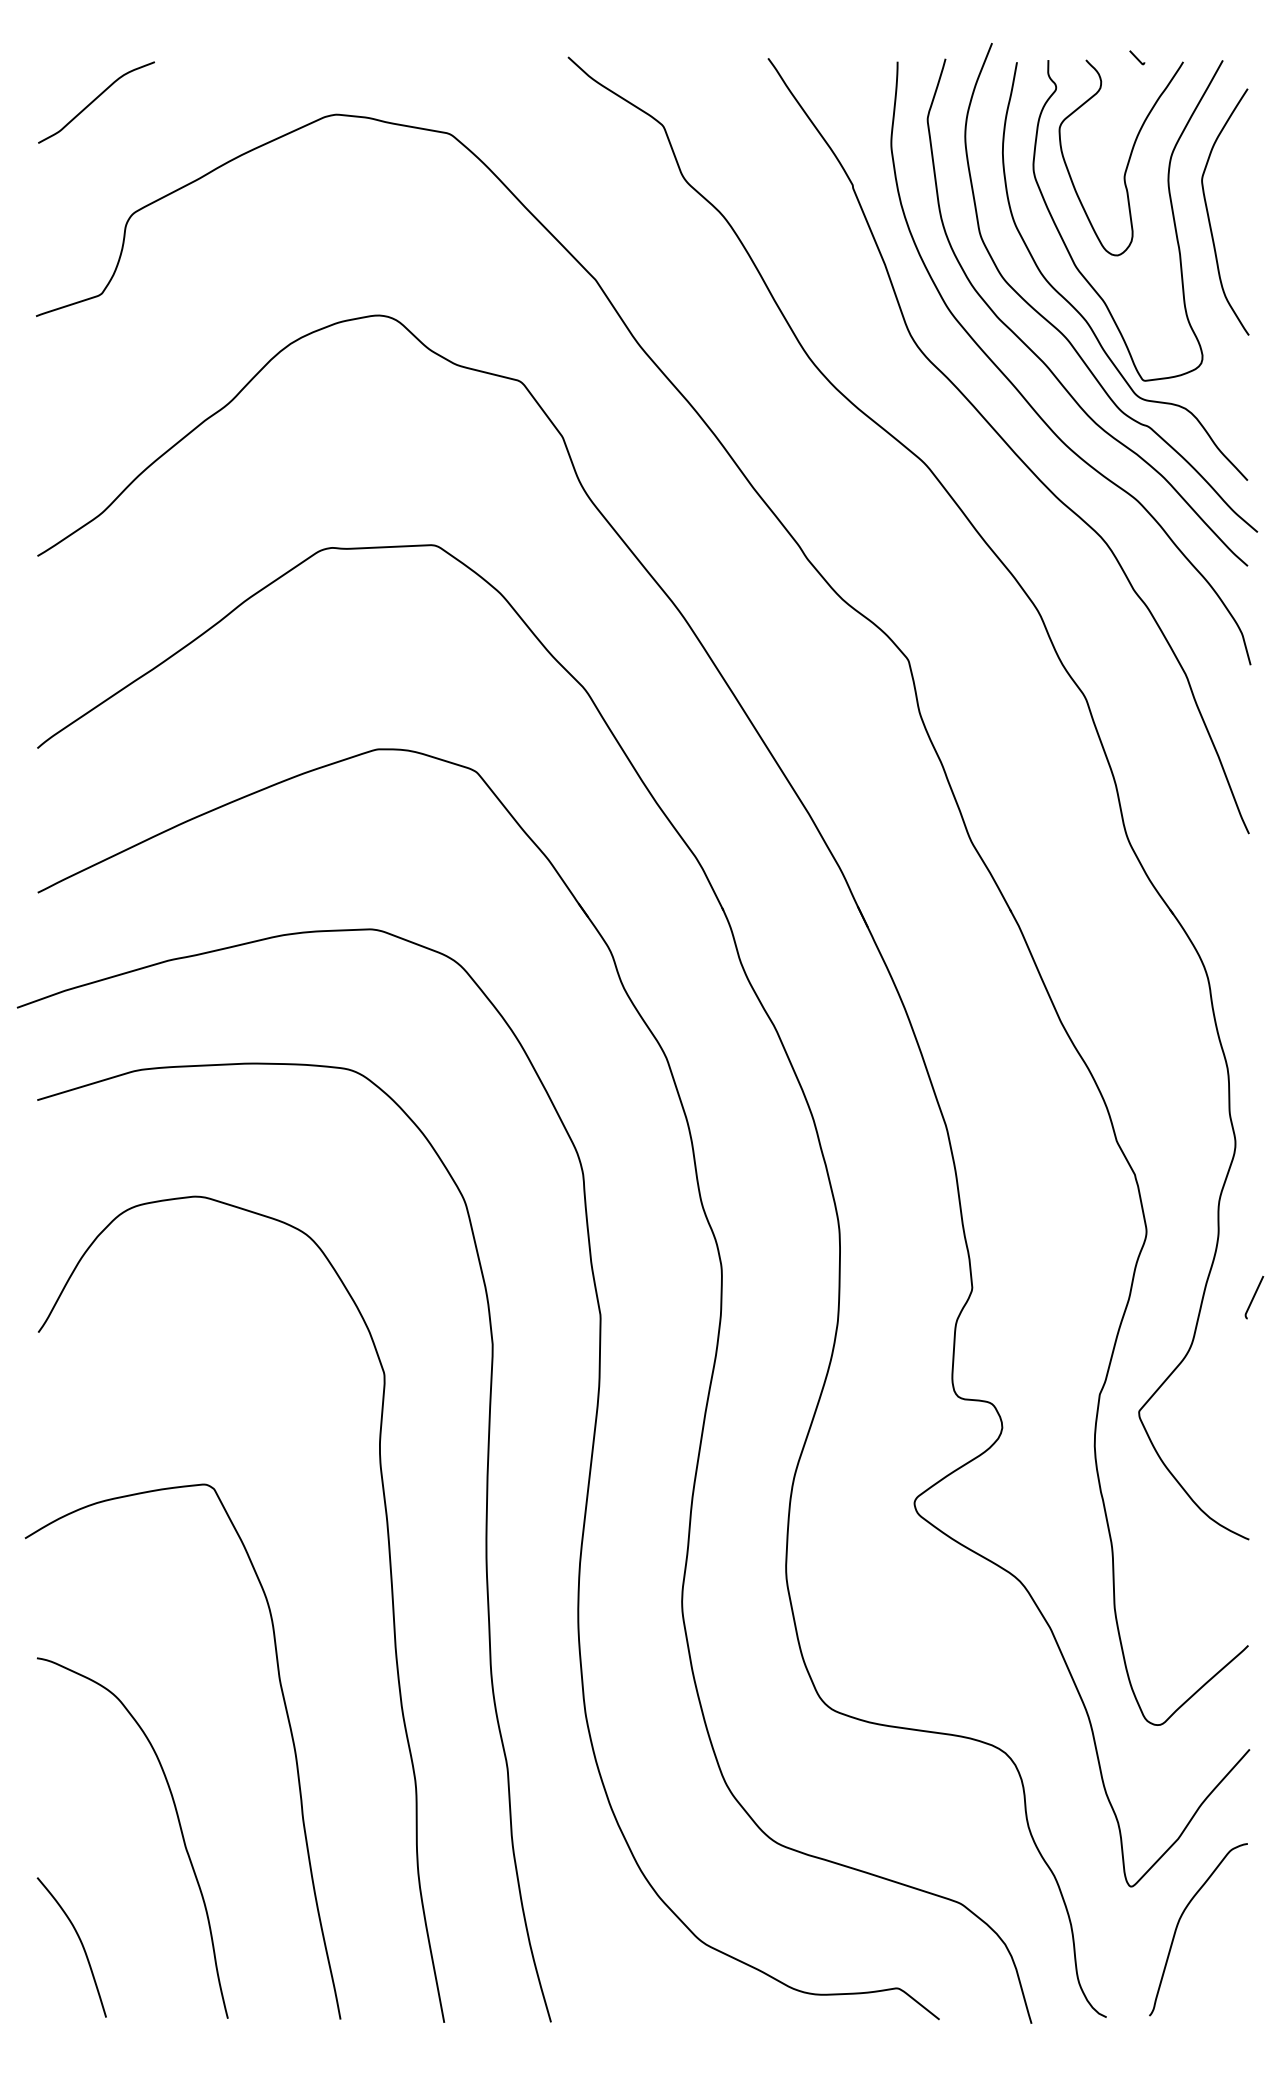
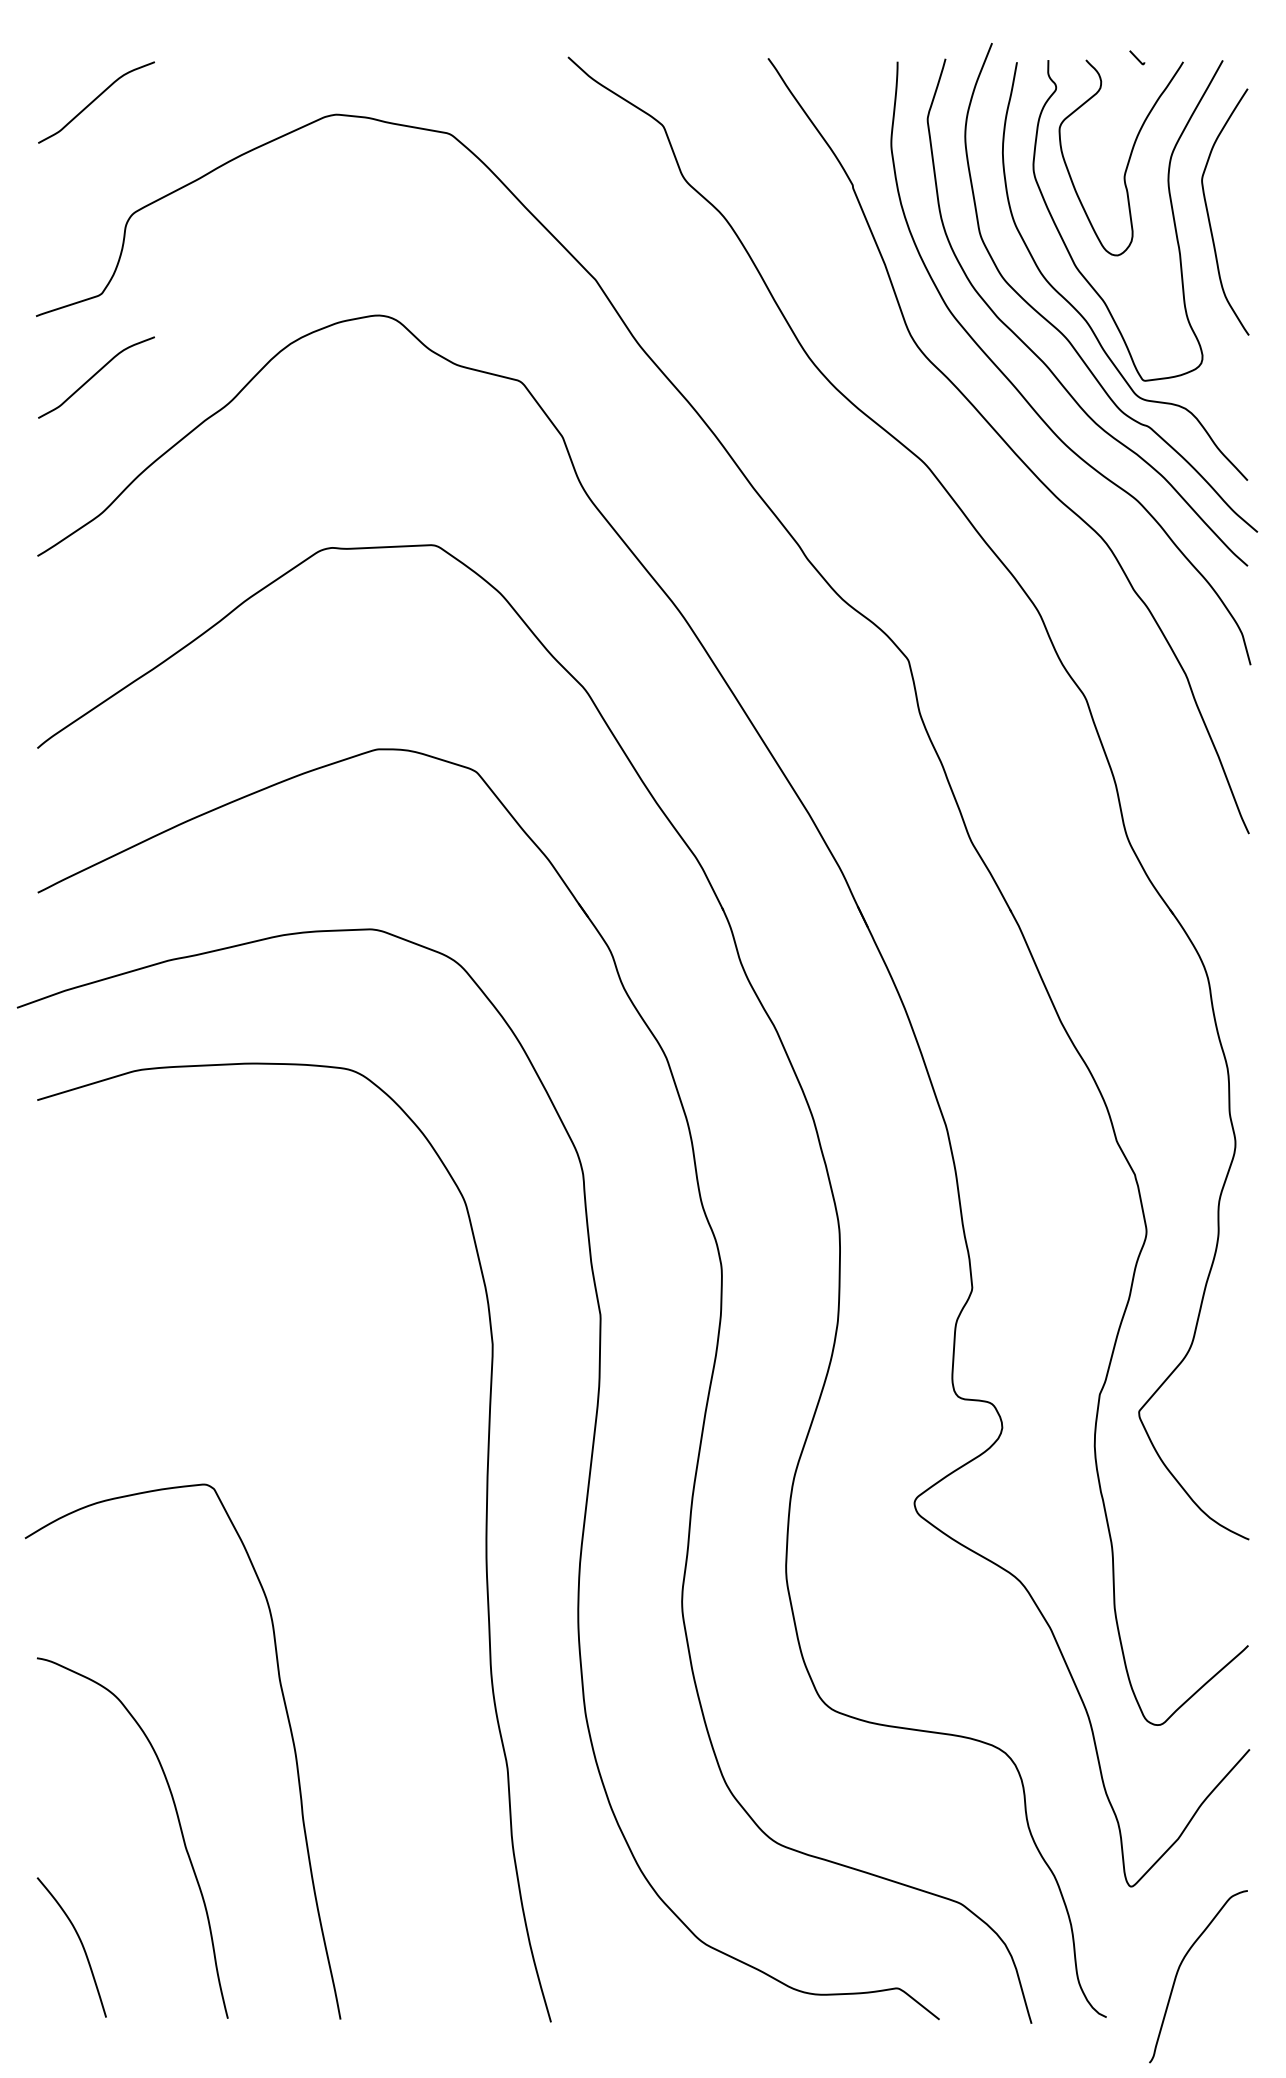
curve at (95, 375): none -> present
curve at (1254, 1297): present -> none
curve at (391, 1599): present -> none
curve at (1180, 1920) position: (1180, 1920) -> (1180, 1967)
